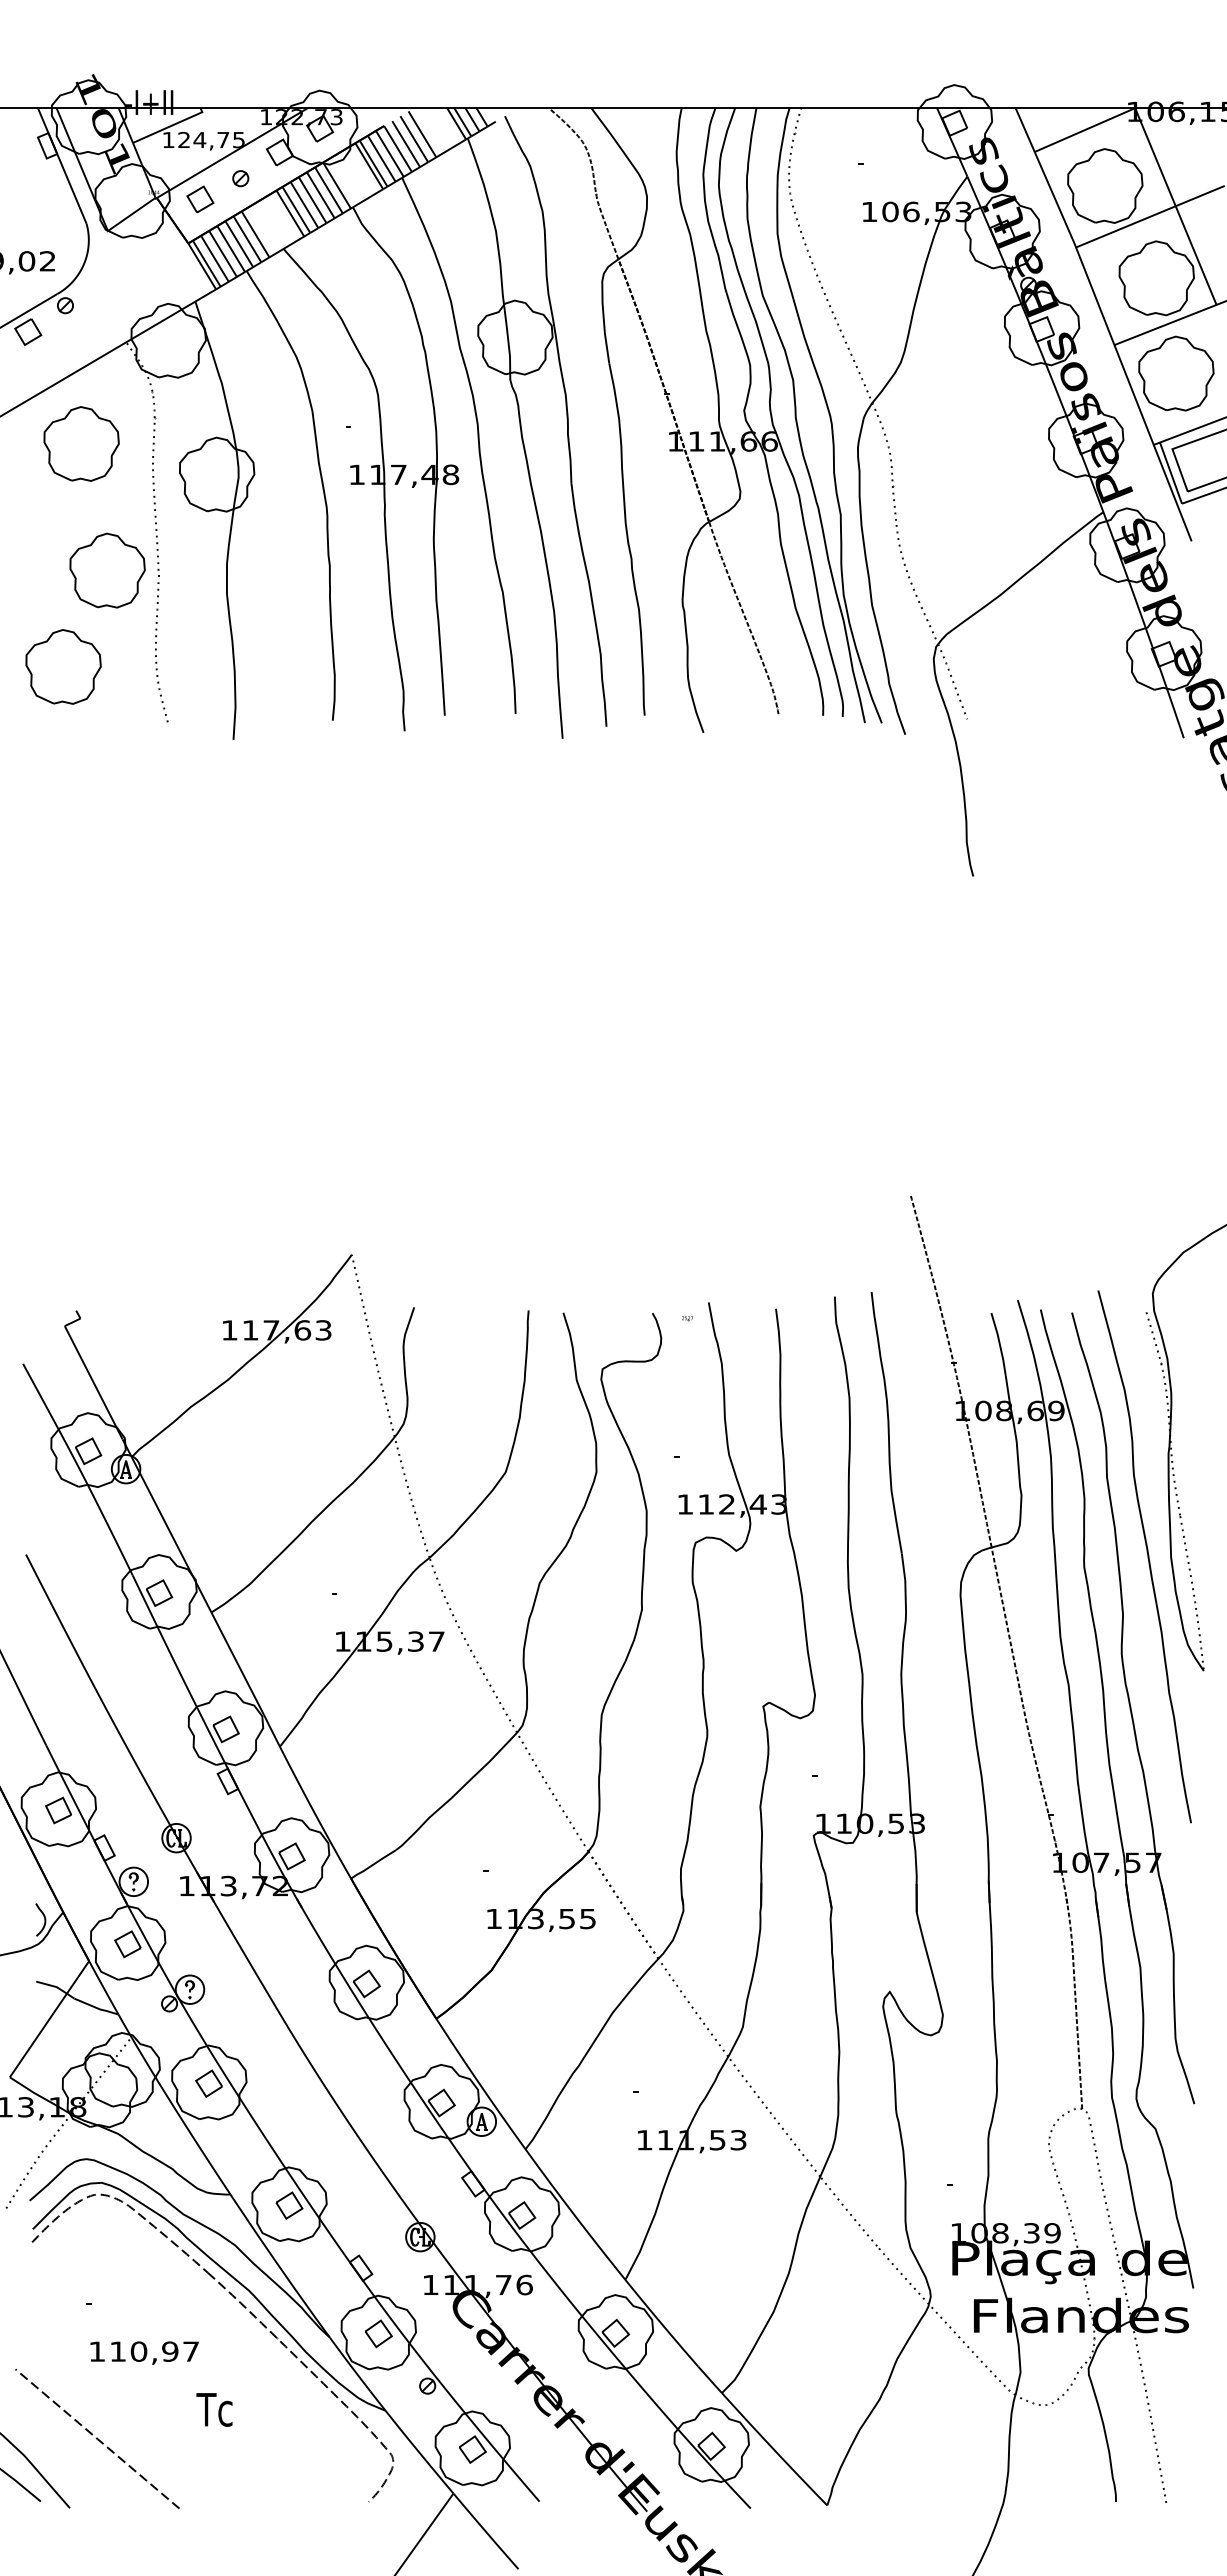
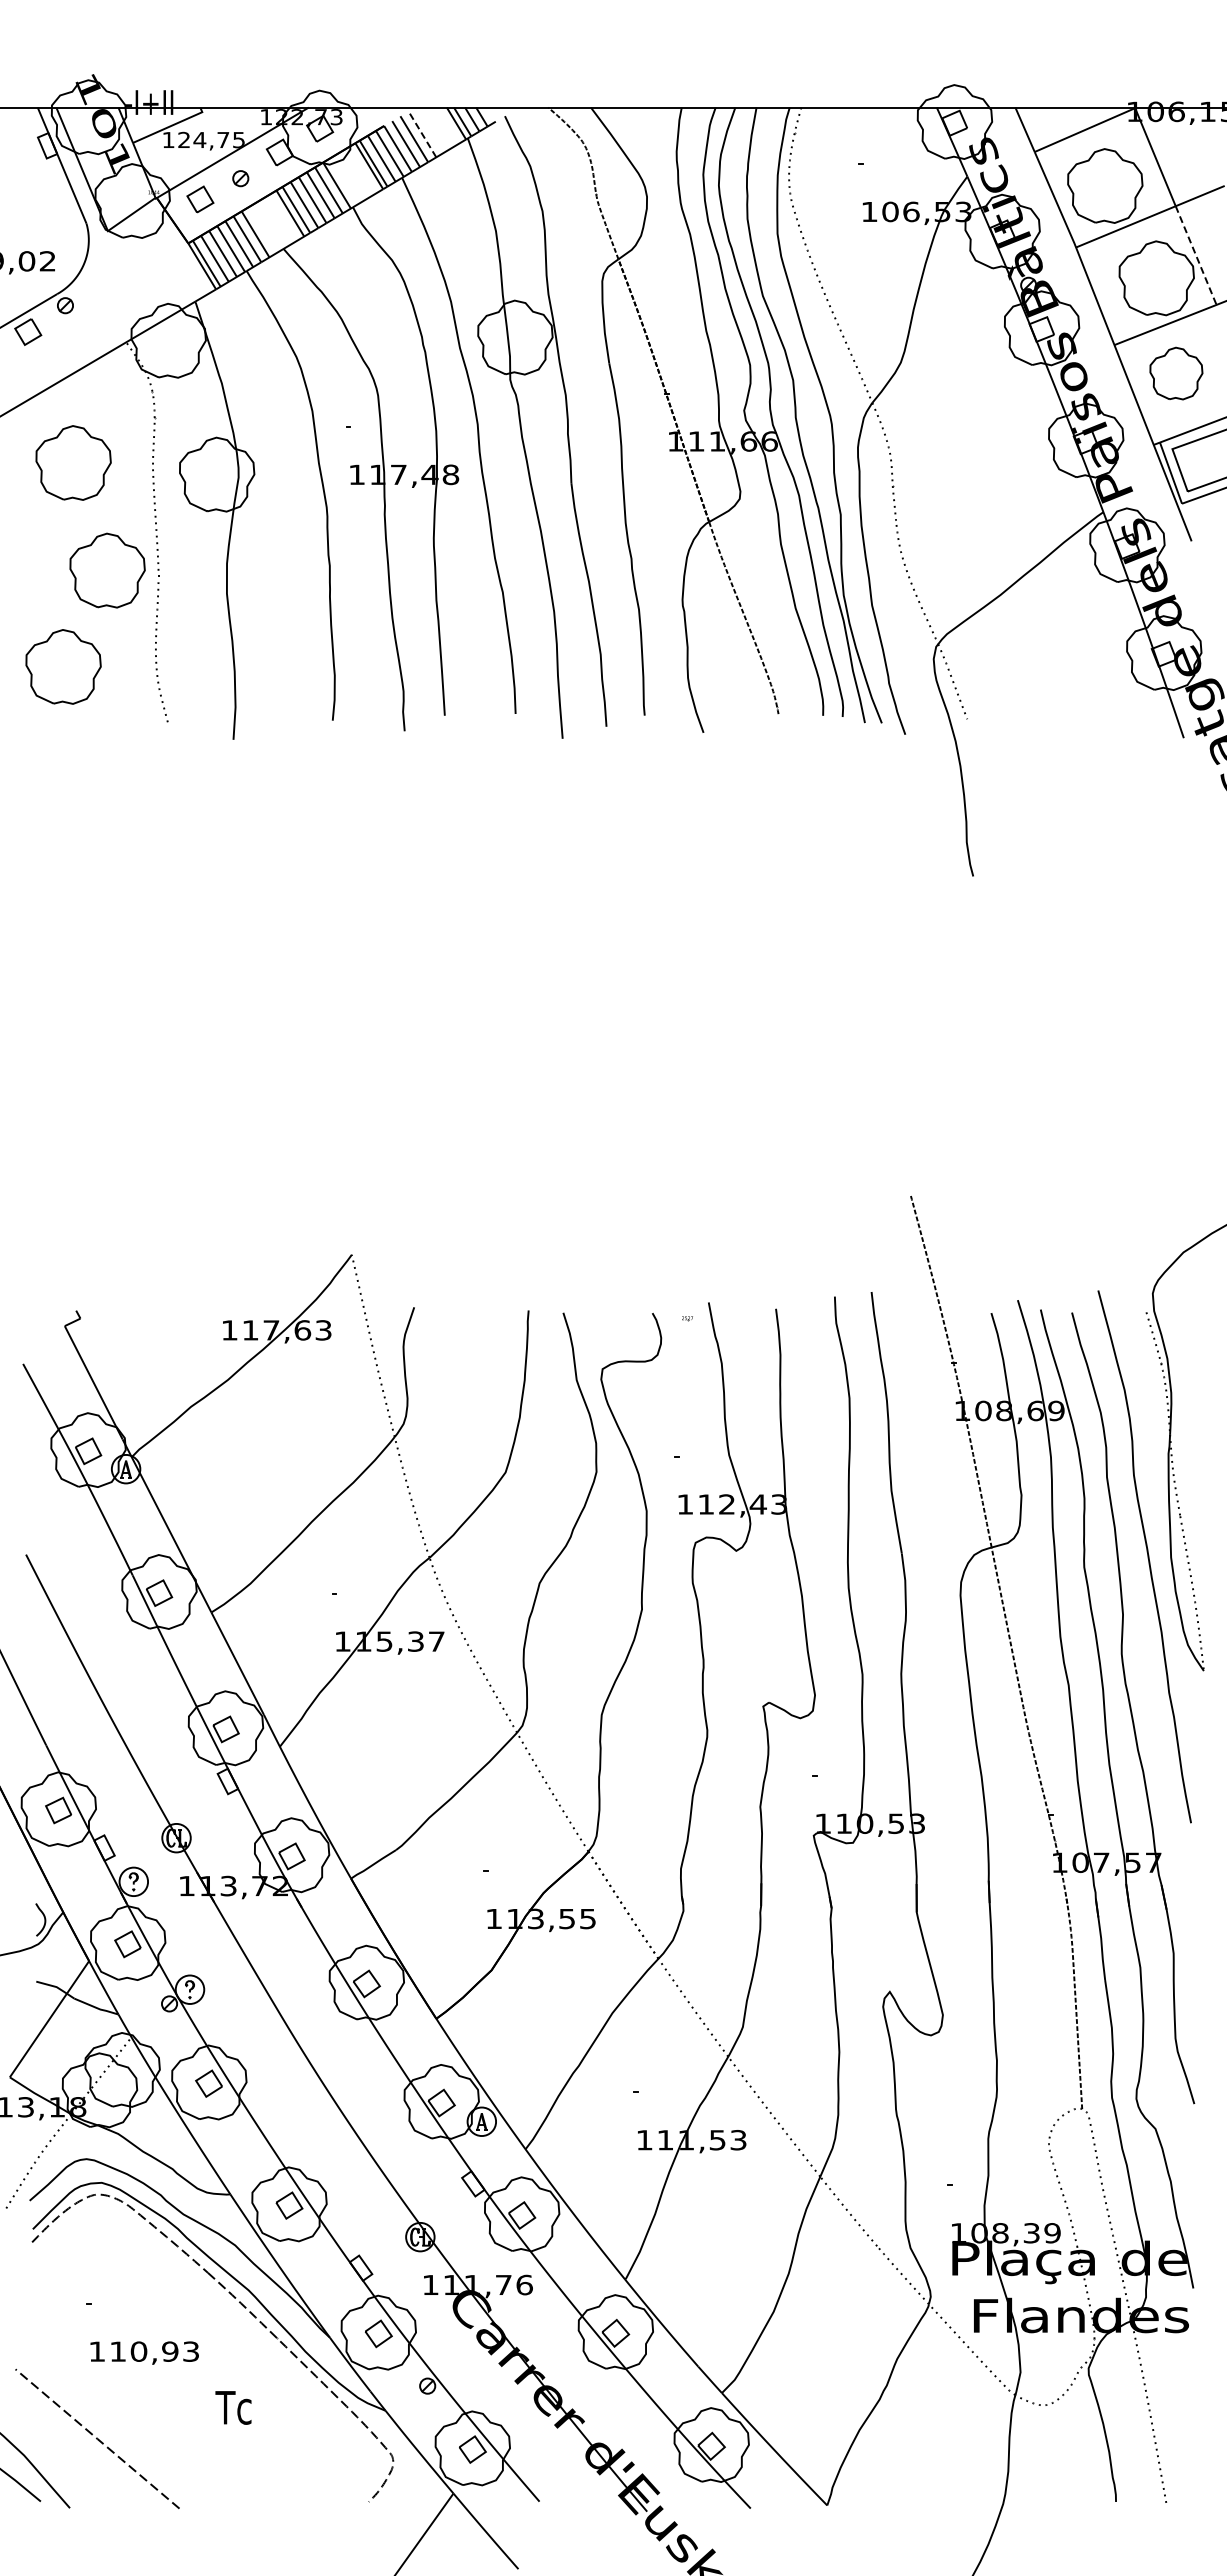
line at (422, 134): solid -> dashed
line at (1196, 256): solid -> dashed
part at (1176, 373) size: 77x77 px -> 55x55 px
part at (81, 443) position: (81, 443) -> (73, 462)
text at (190, 2351): 110,97 -> 110,93
text at (214, 2409) position: (214, 2409) -> (233, 2407)
